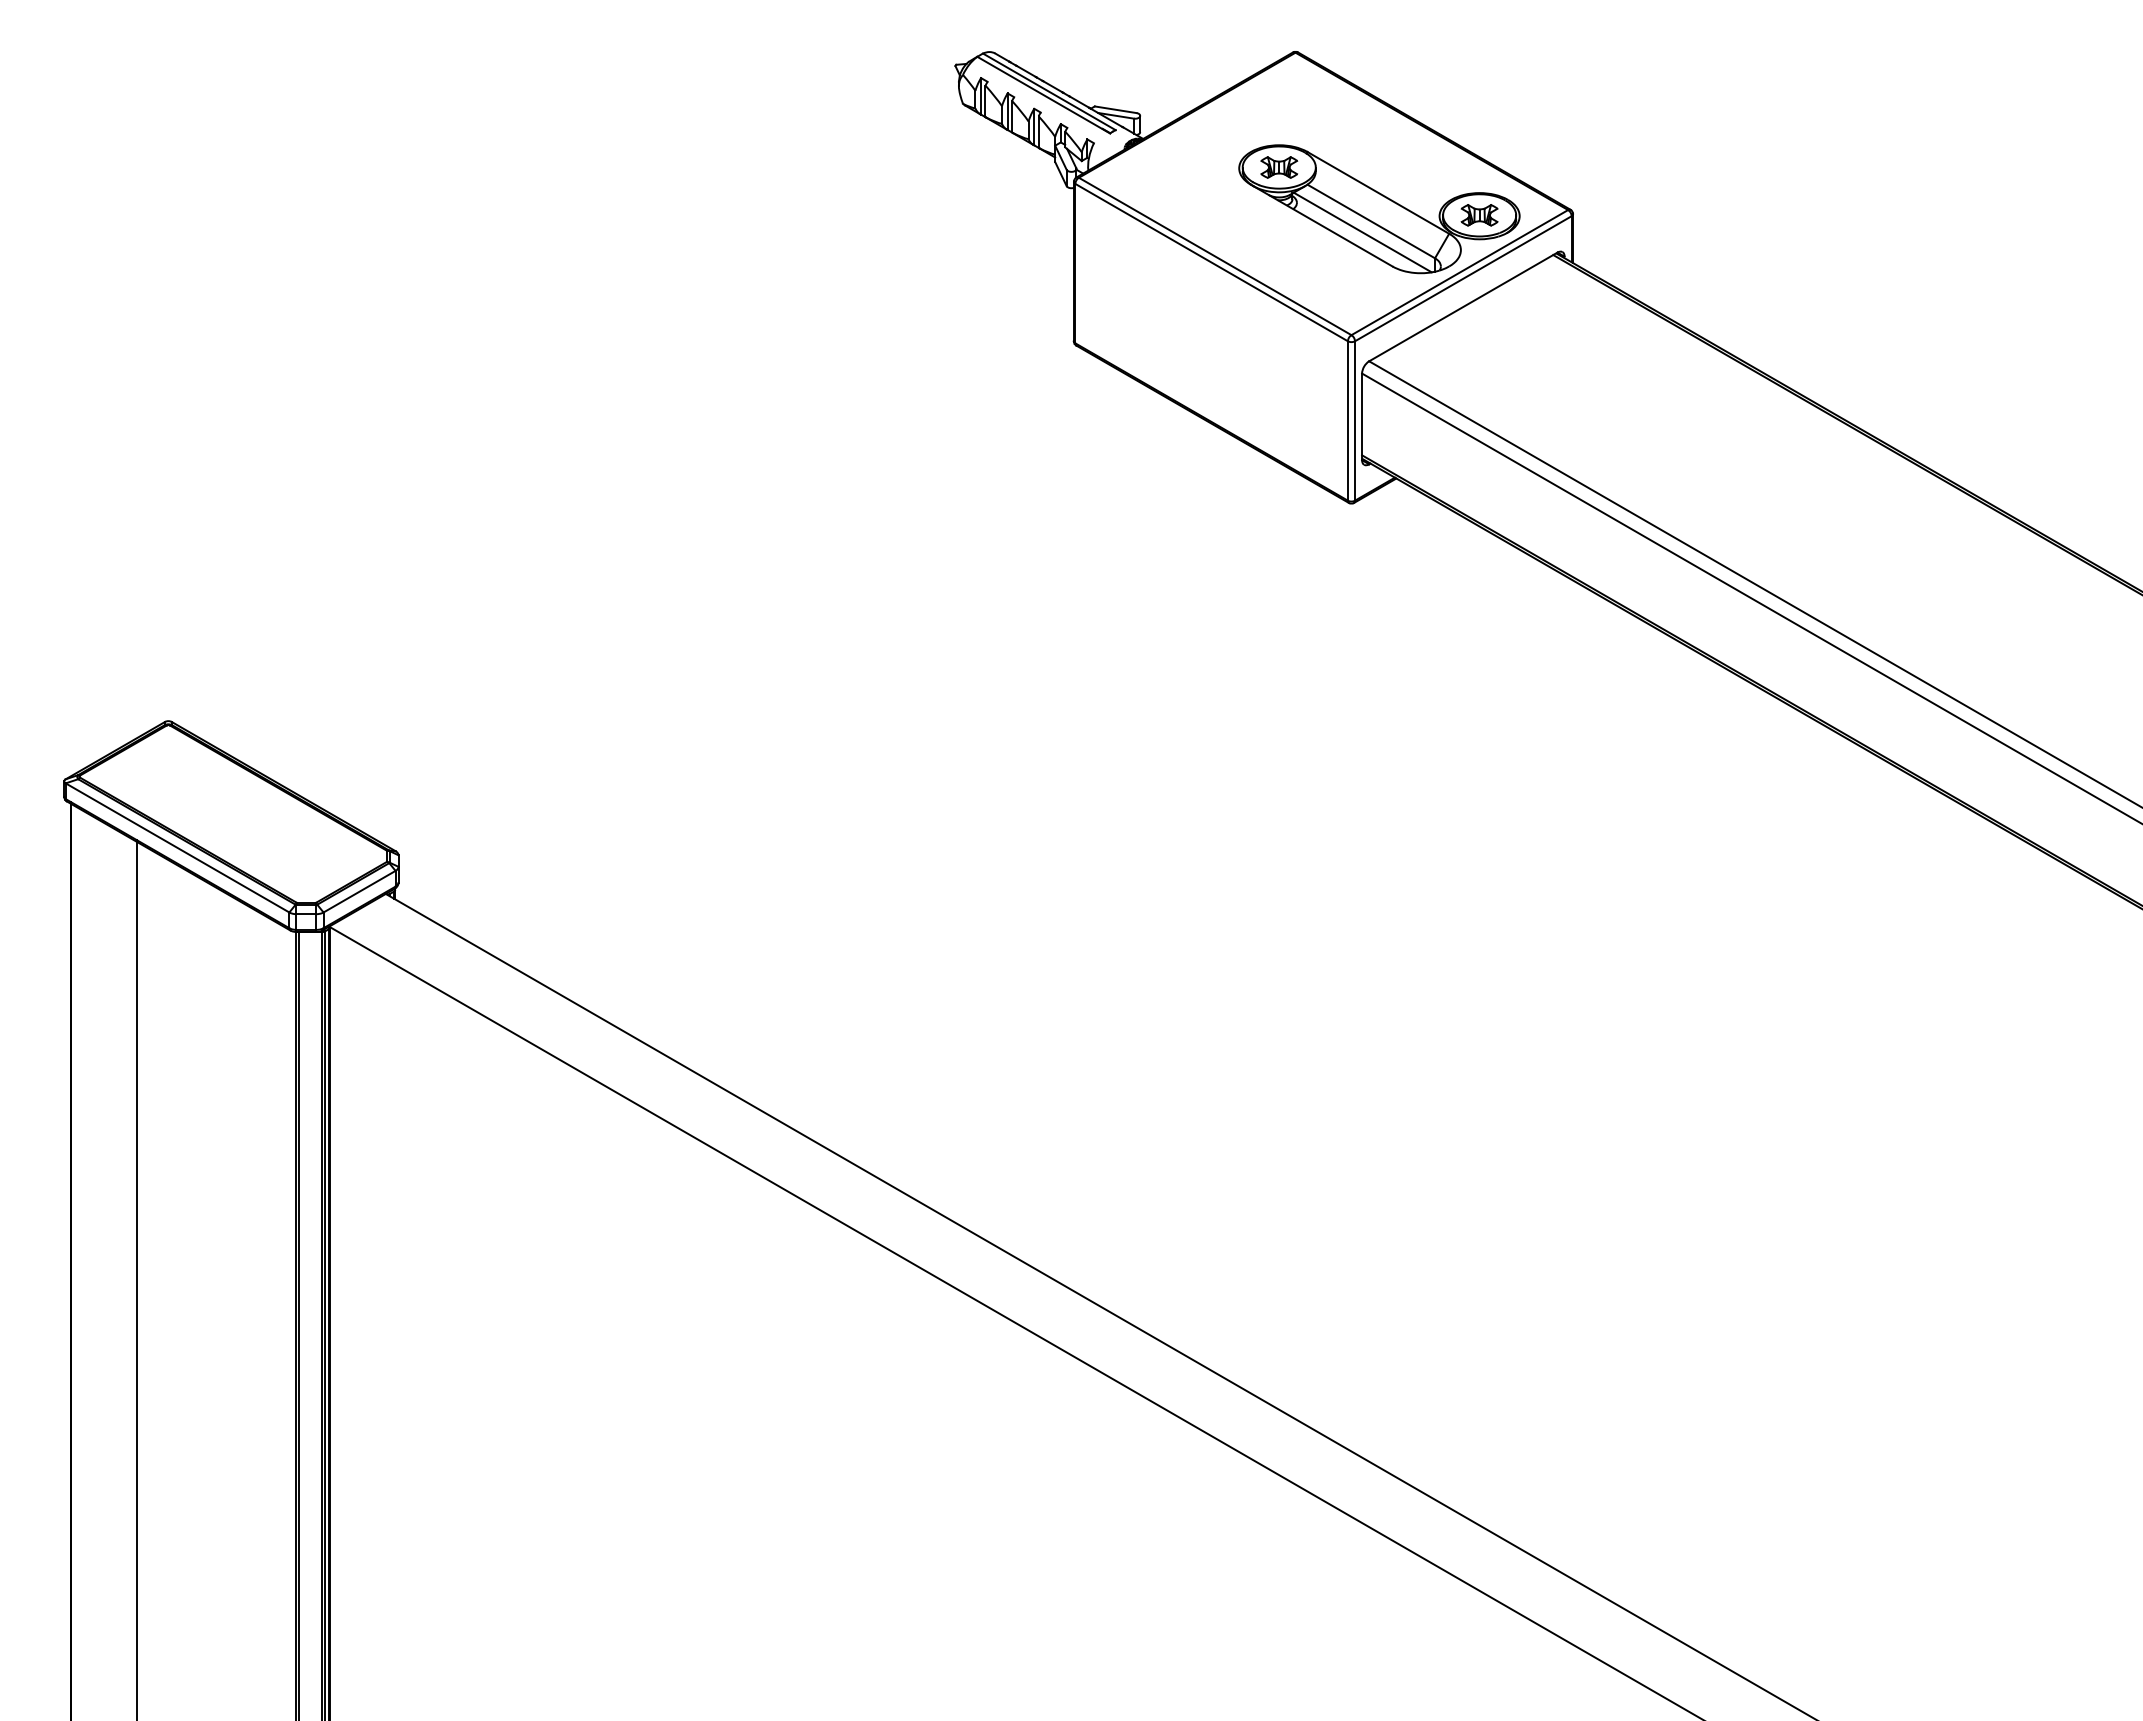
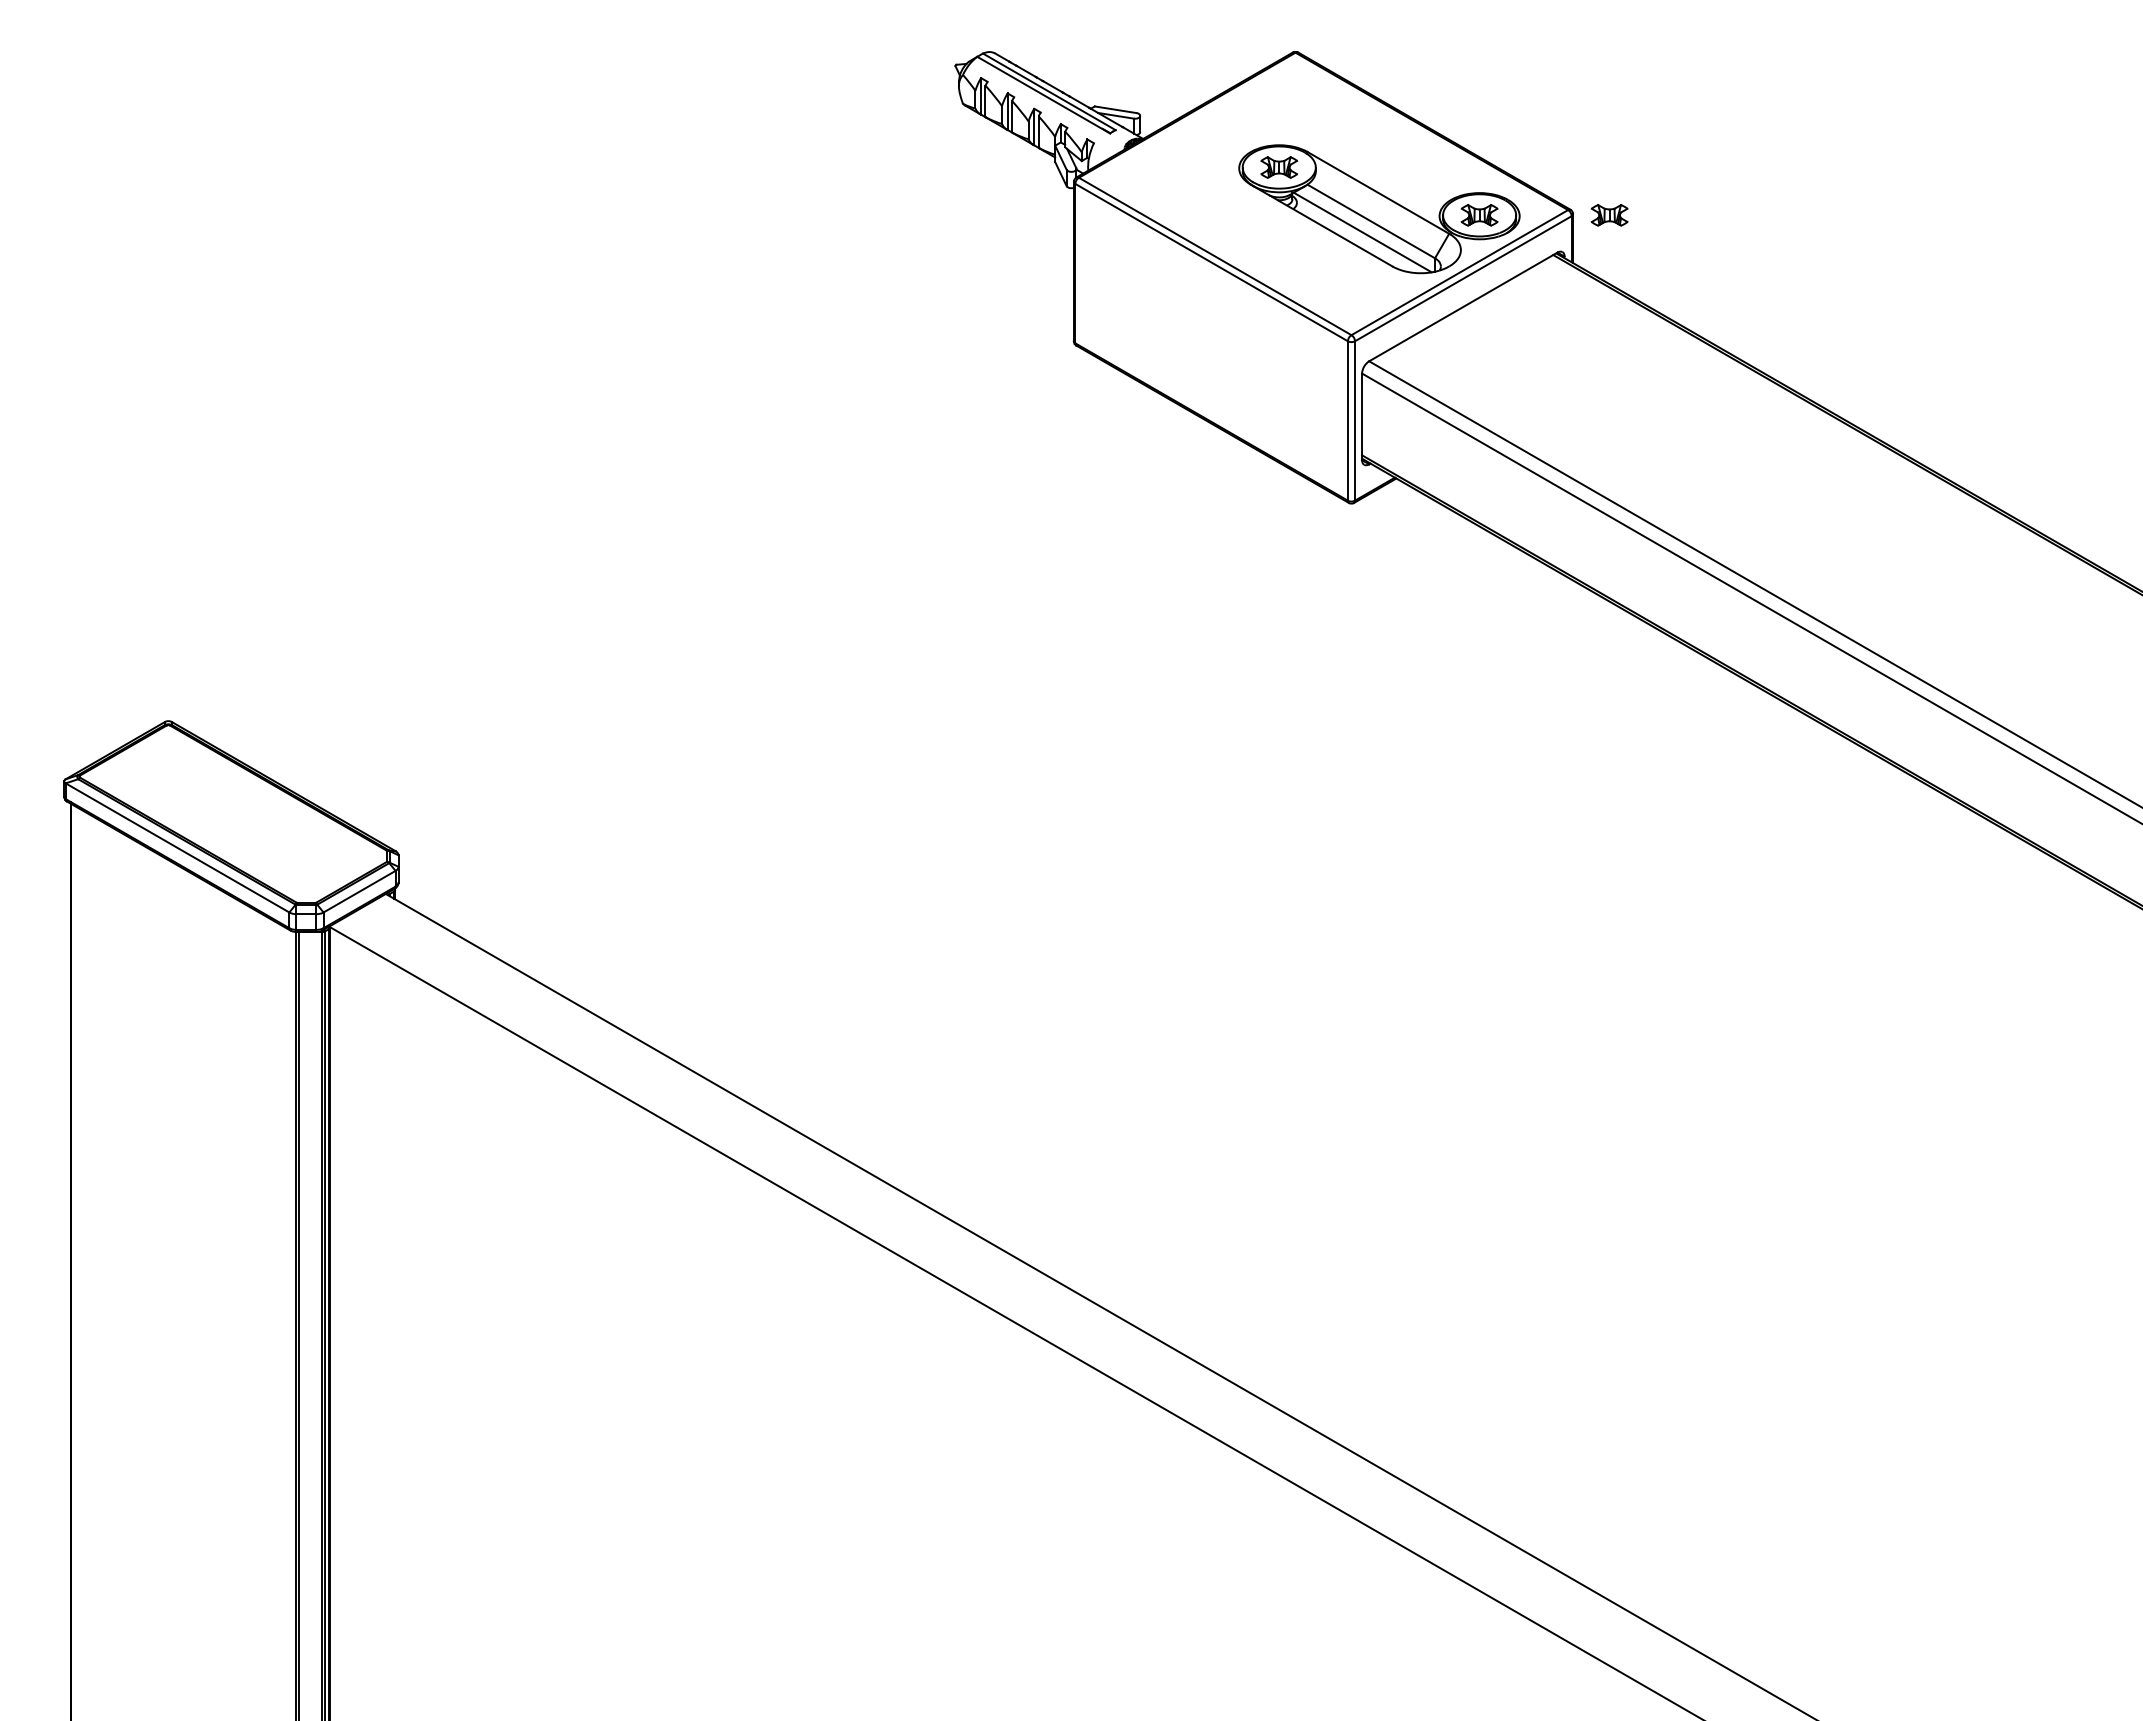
part at (1609, 215): none -> present
line at (136, 1278): present -> none
